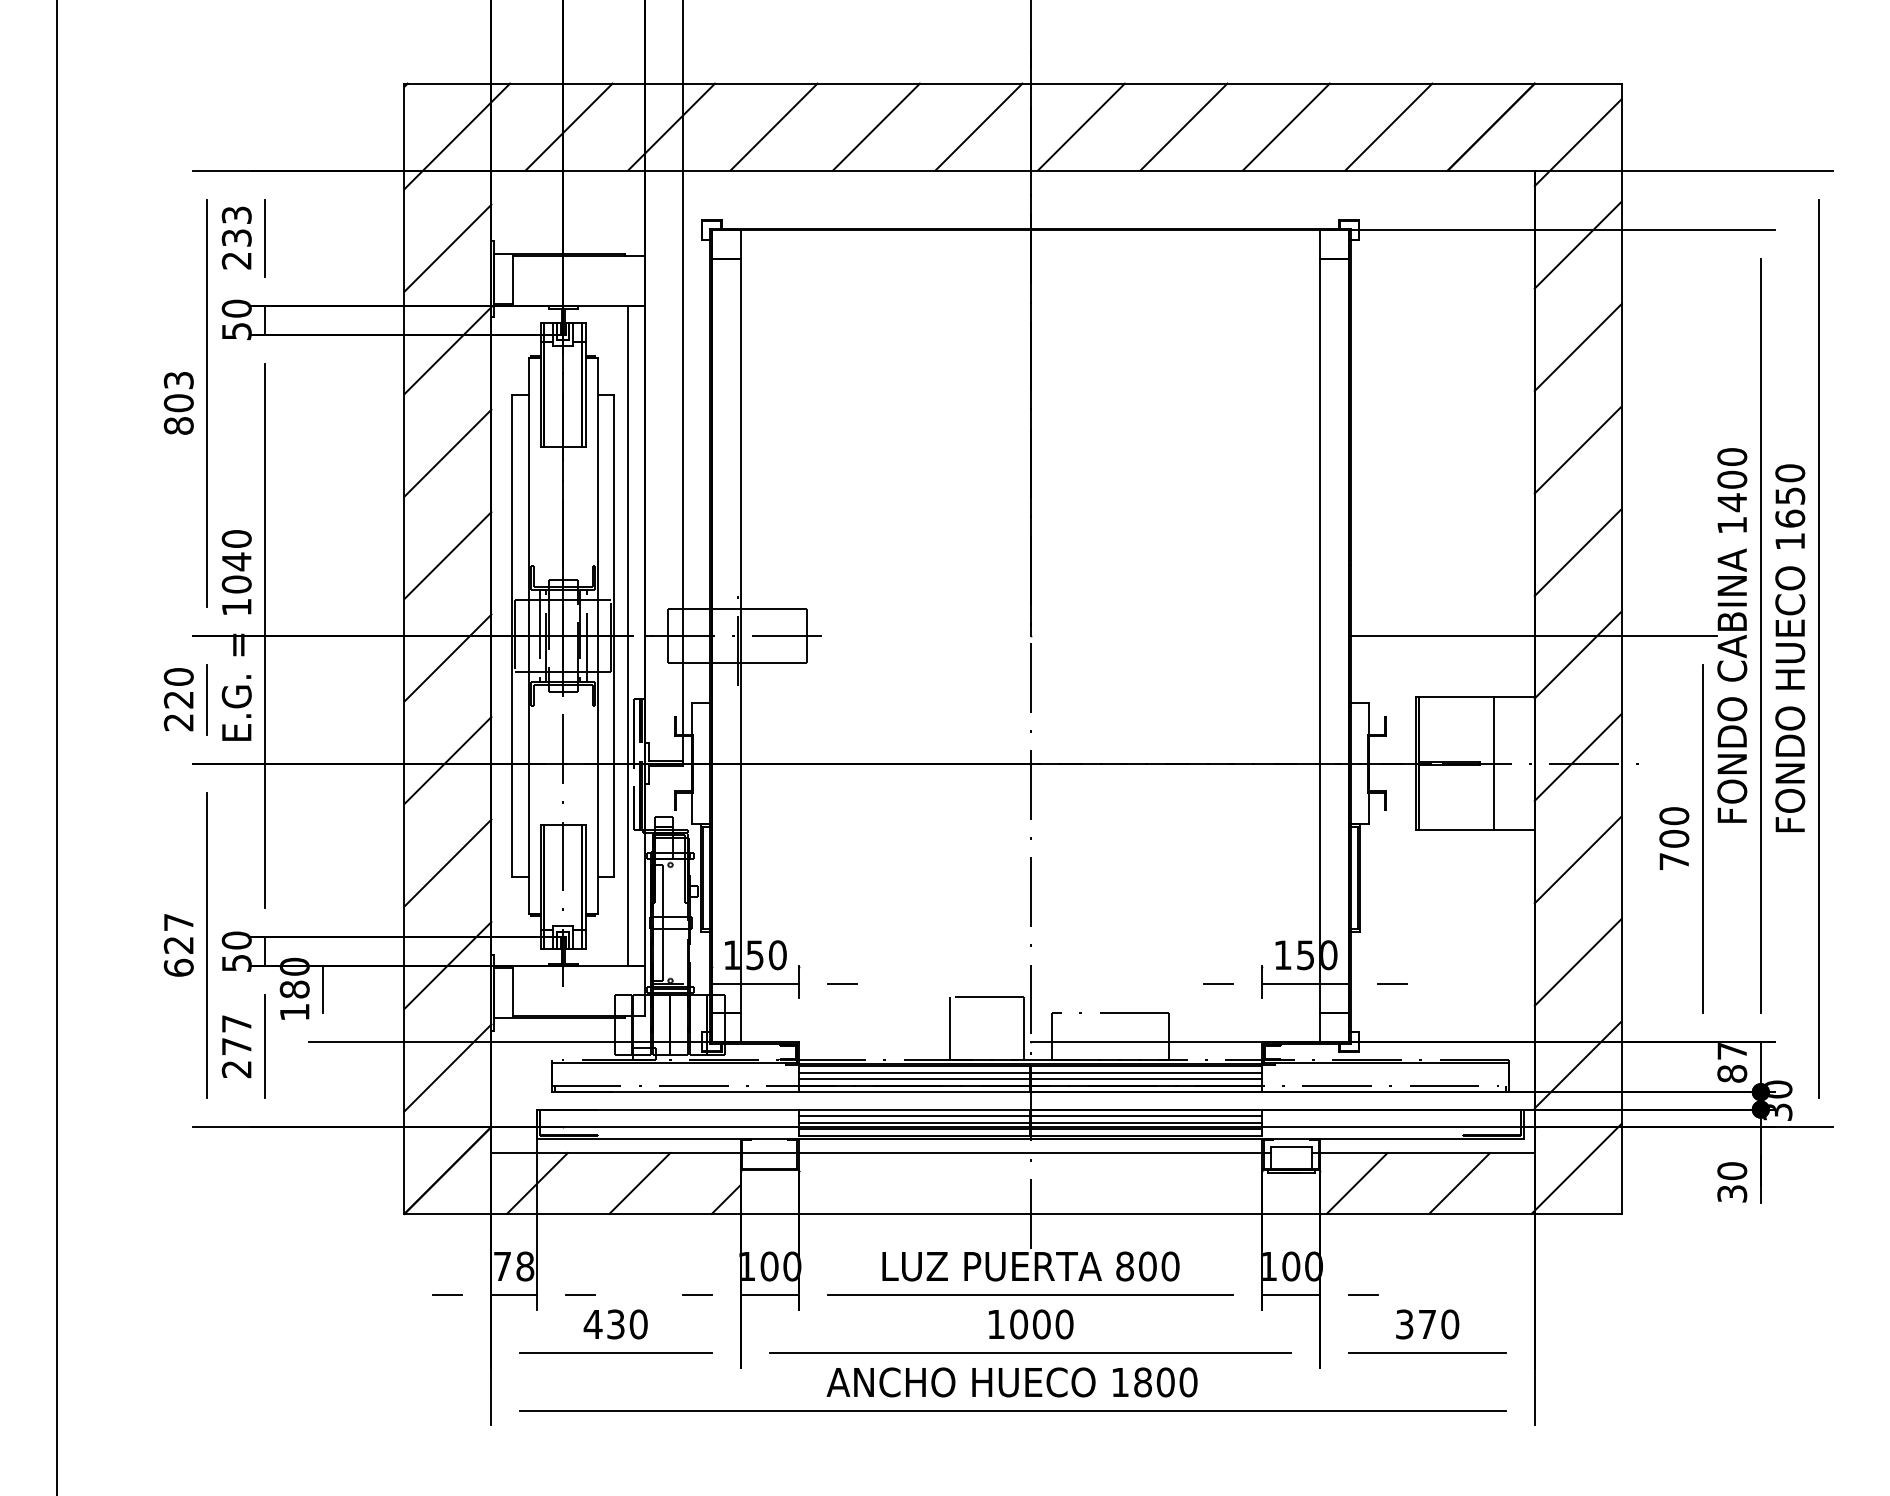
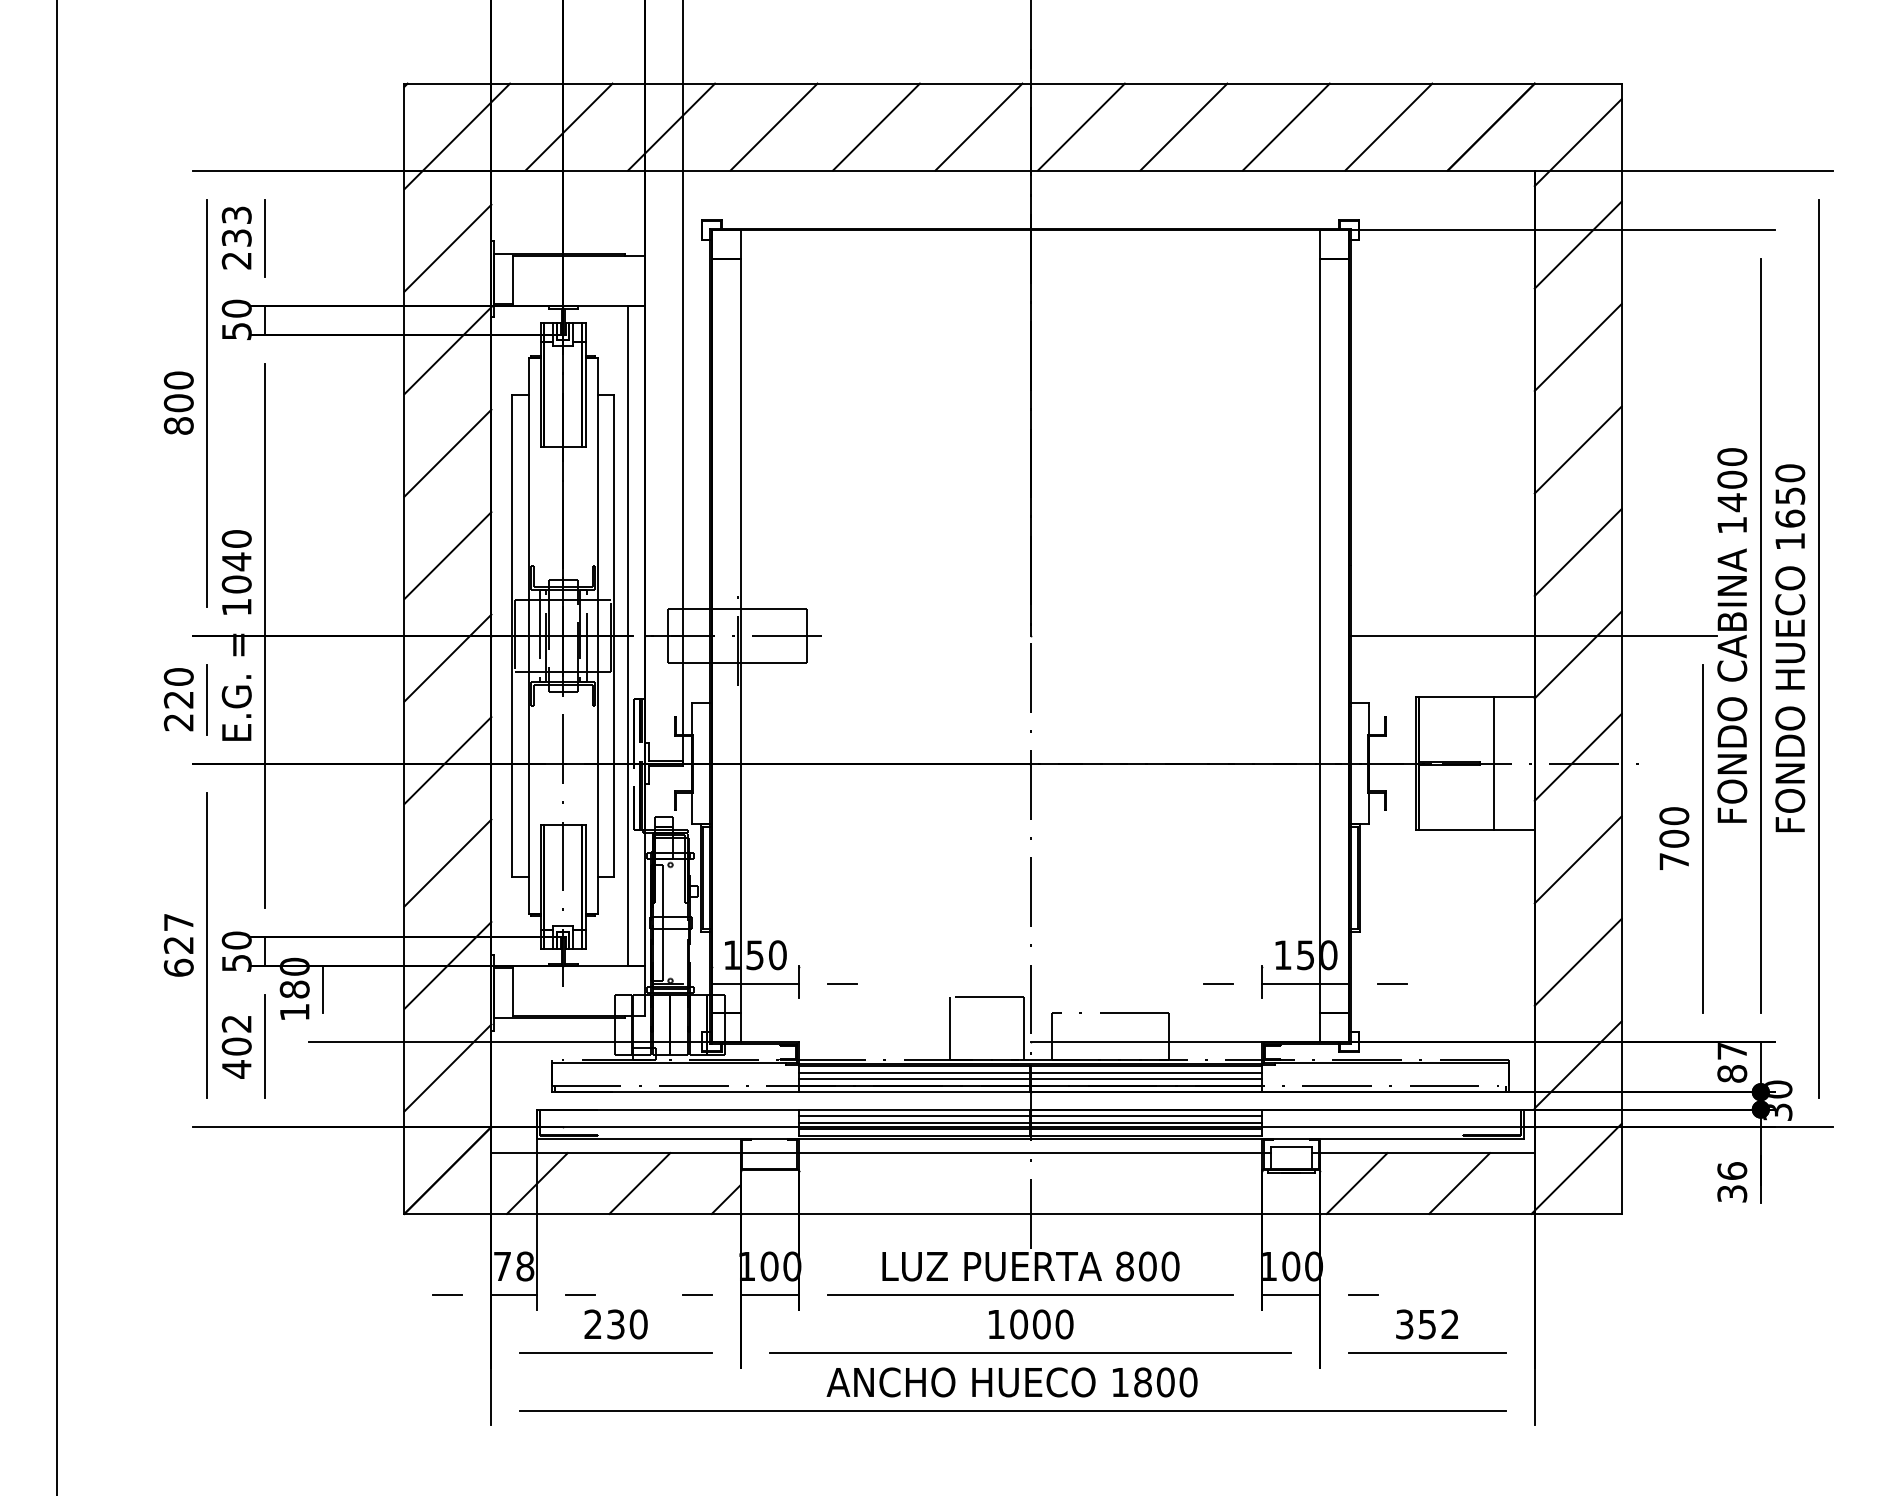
text at (178, 380): 803 -> 800
text at (236, 1046): 277 -> 402
text at (1732, 1171): 30 -> 36
text at (592, 1323): 430 -> 230
text at (1439, 1324): 370 -> 352
